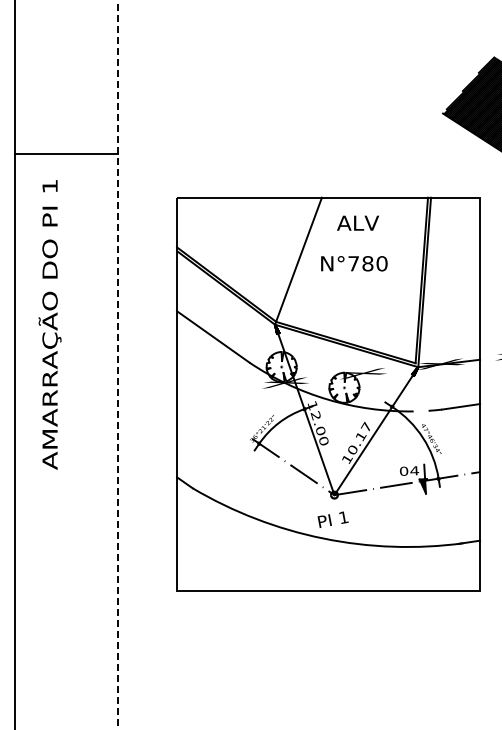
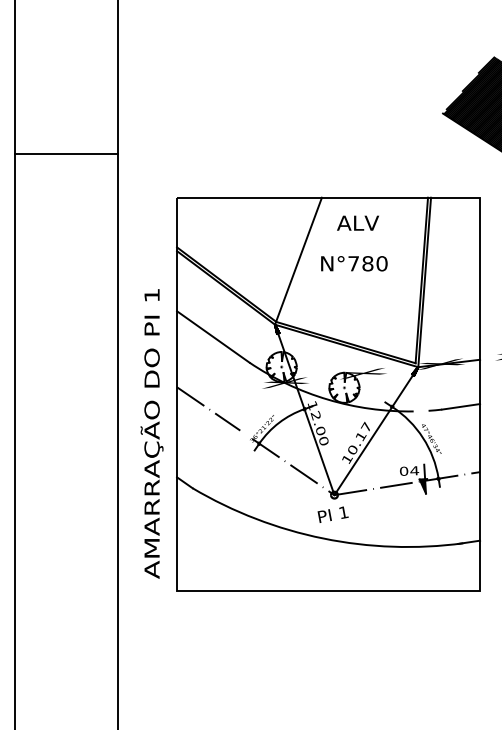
text at (49, 324) position: (49, 324) -> (151, 433)
line at (118, 365): dashed -> solid
line at (208, 408): none -> present
text at (332, 519) position: (332, 519) -> (332, 514)
